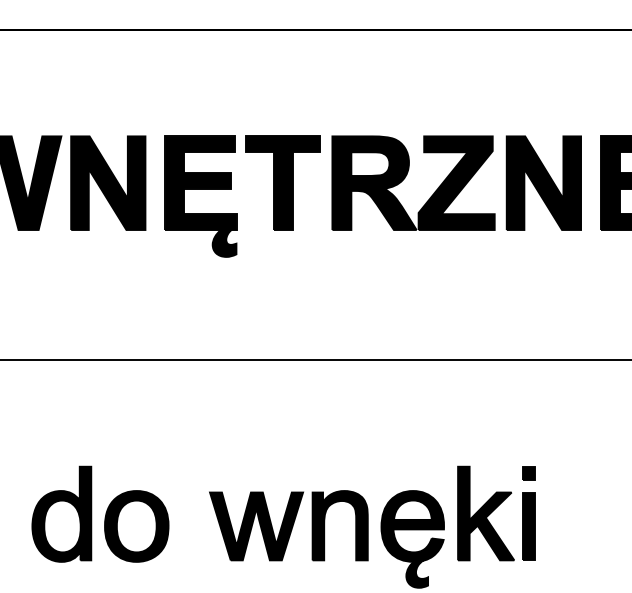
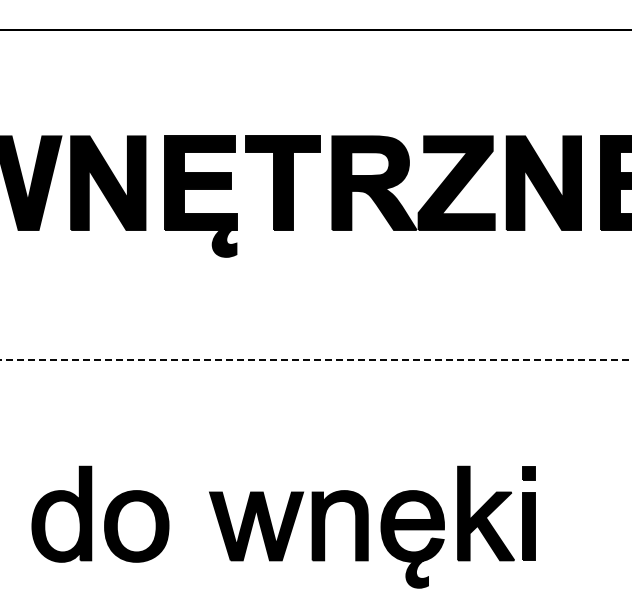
line at (315, 360): solid -> dashed
